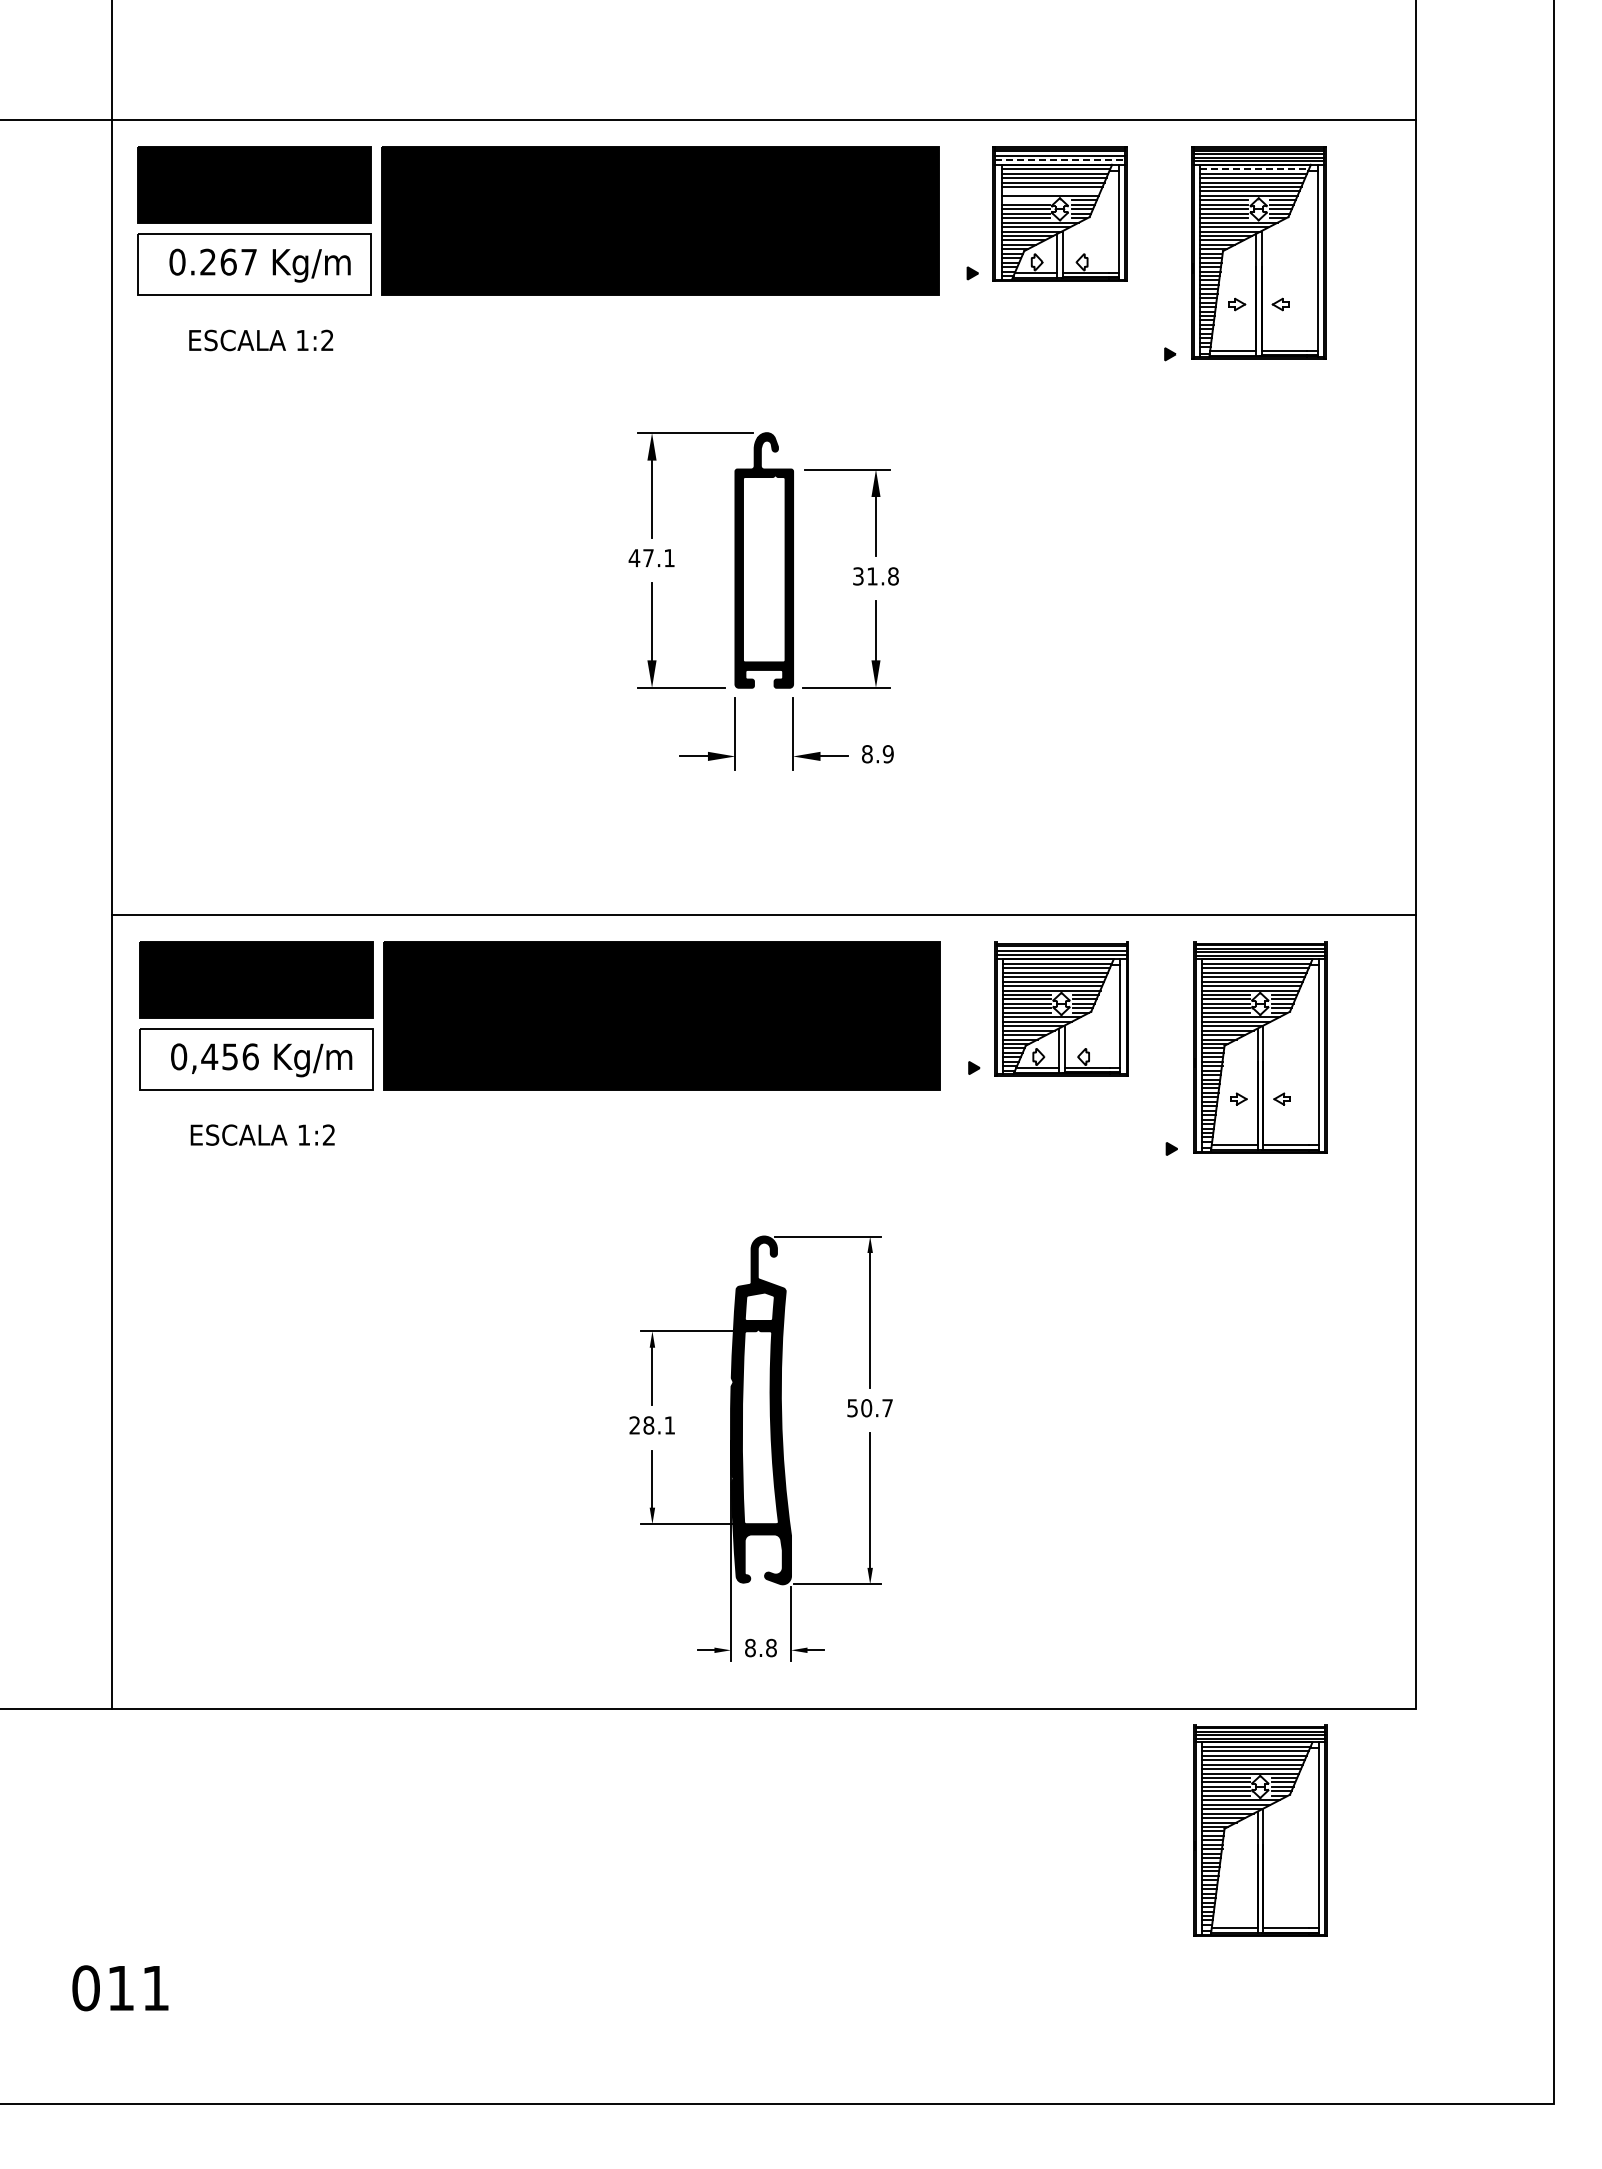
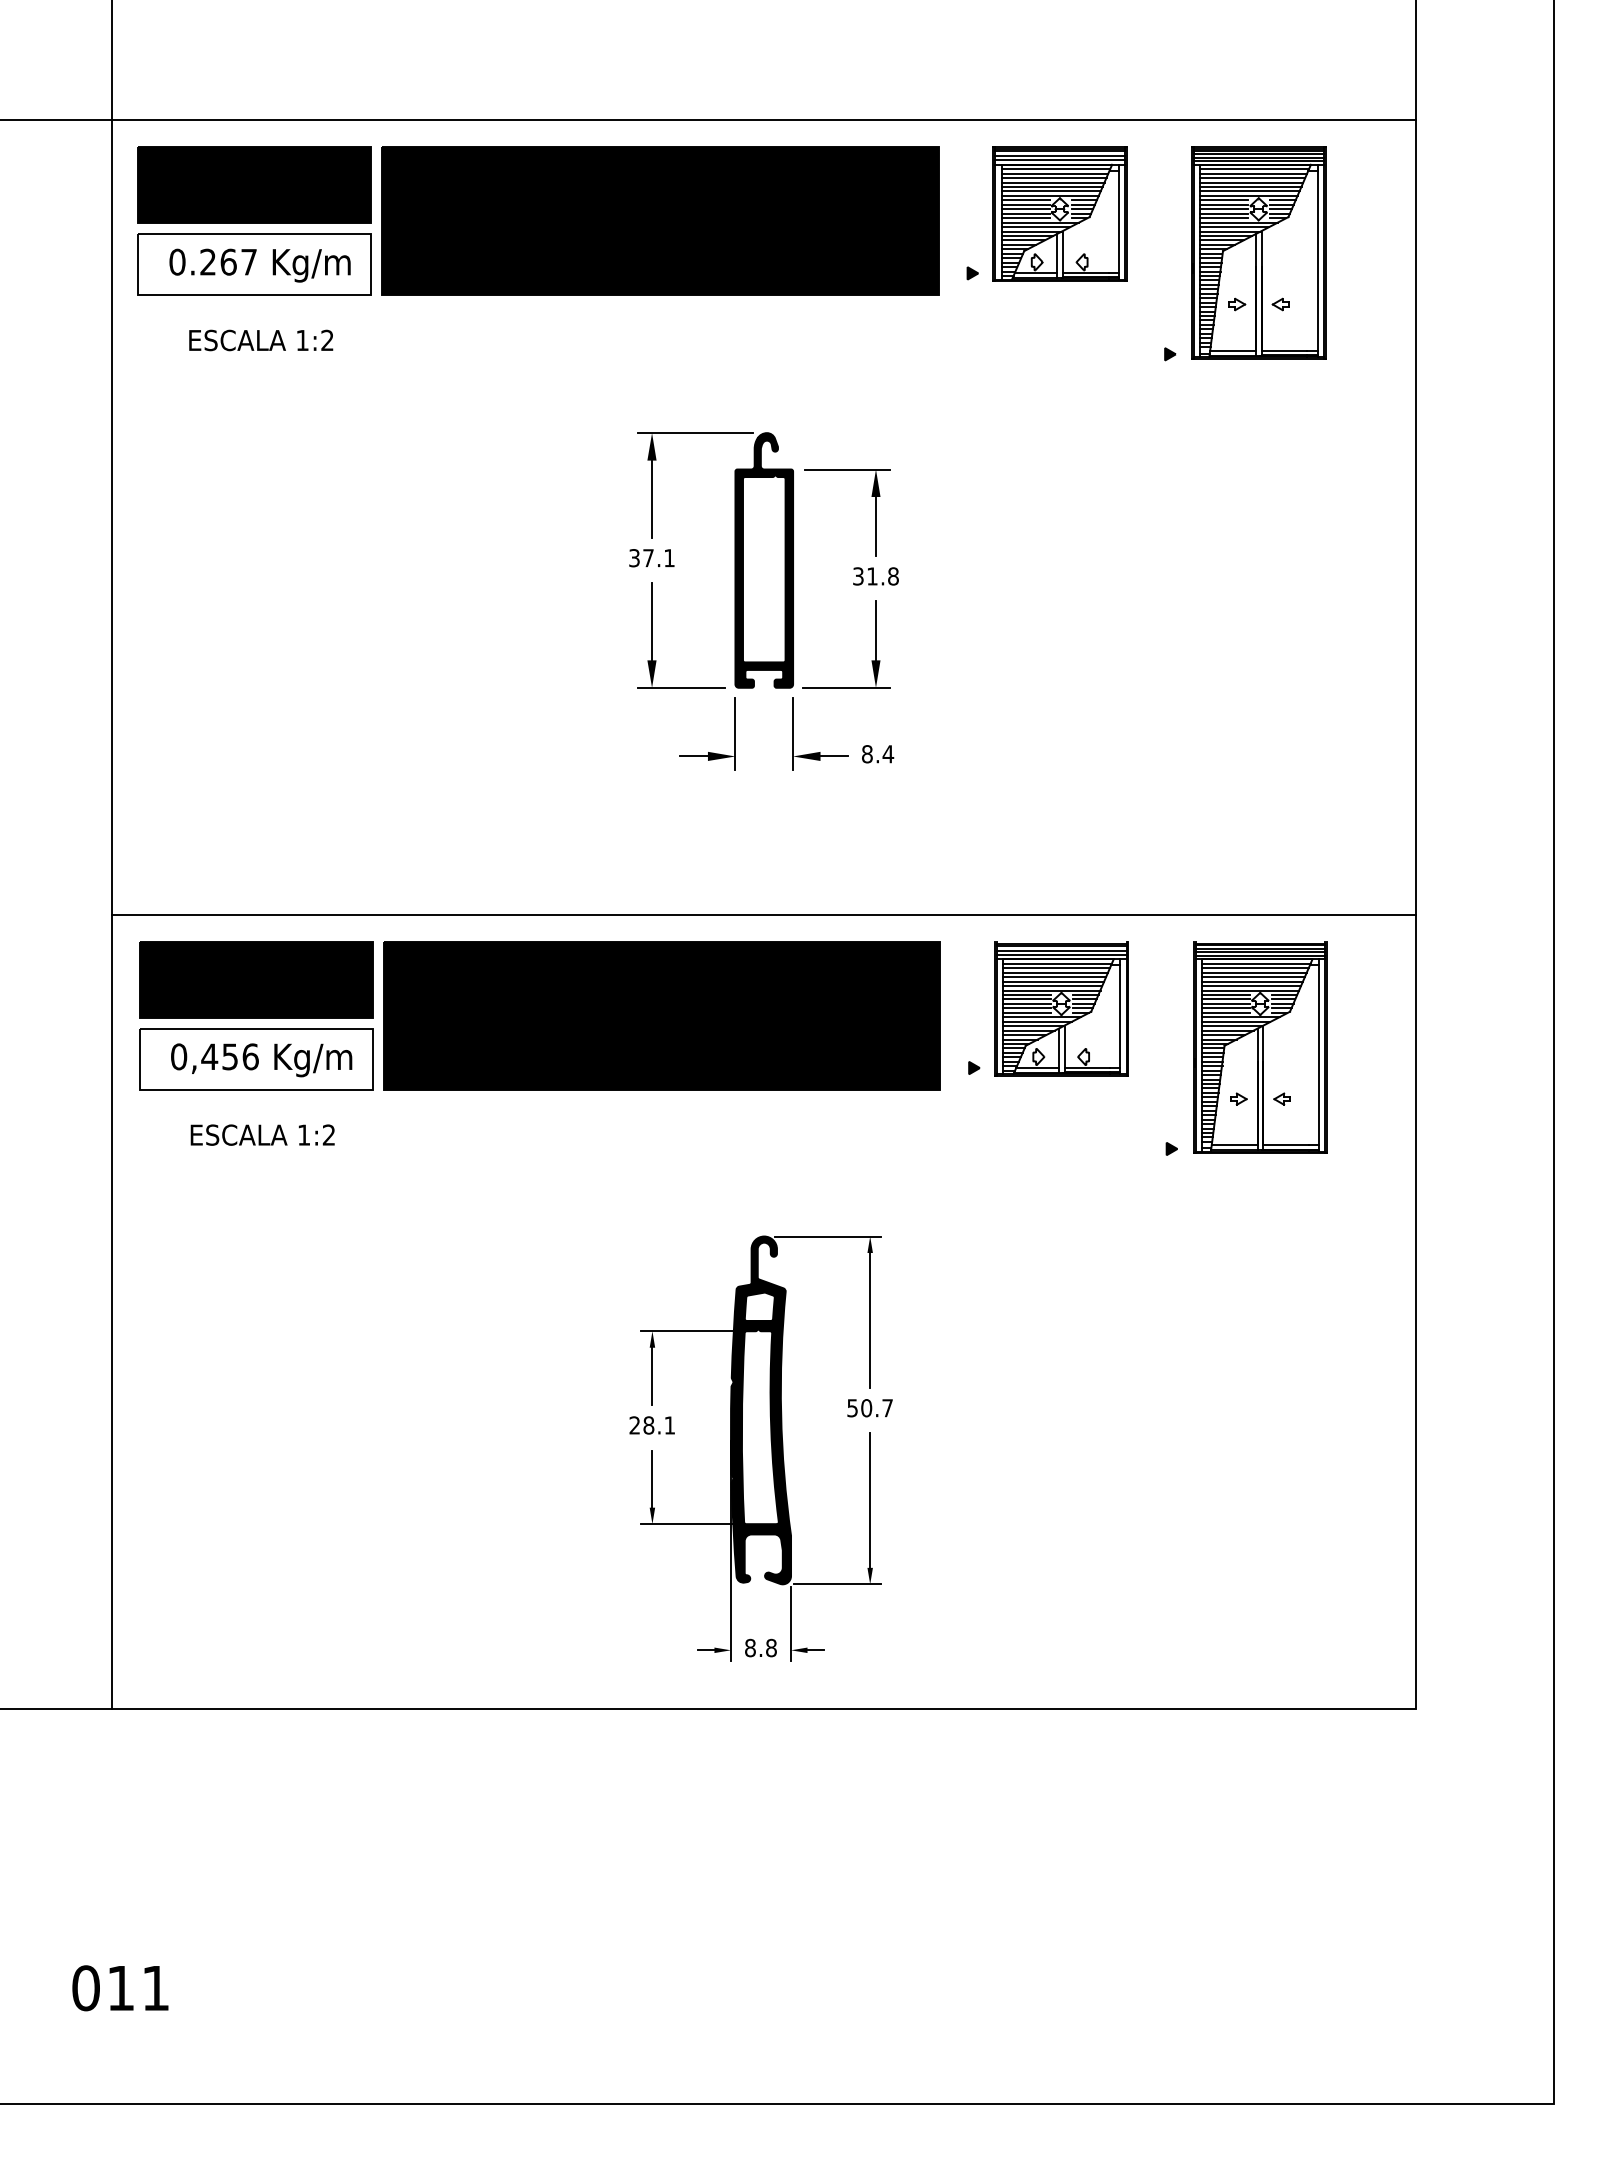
line at (1060, 160): dashed -> solid
line at (1255, 169): dashed -> solid
line at (1050, 191): none -> present
line at (1025, 200): none -> present
text at (634, 558): 47.1 -> 37.1
text at (888, 754): 8.9 -> 8.4
part at (1260, 1830): present -> none
